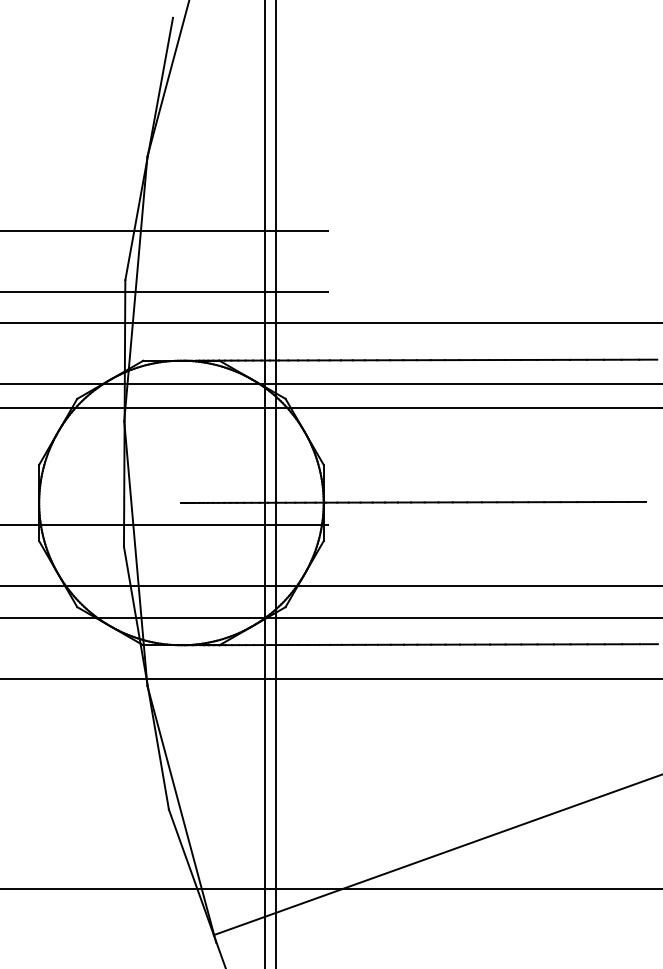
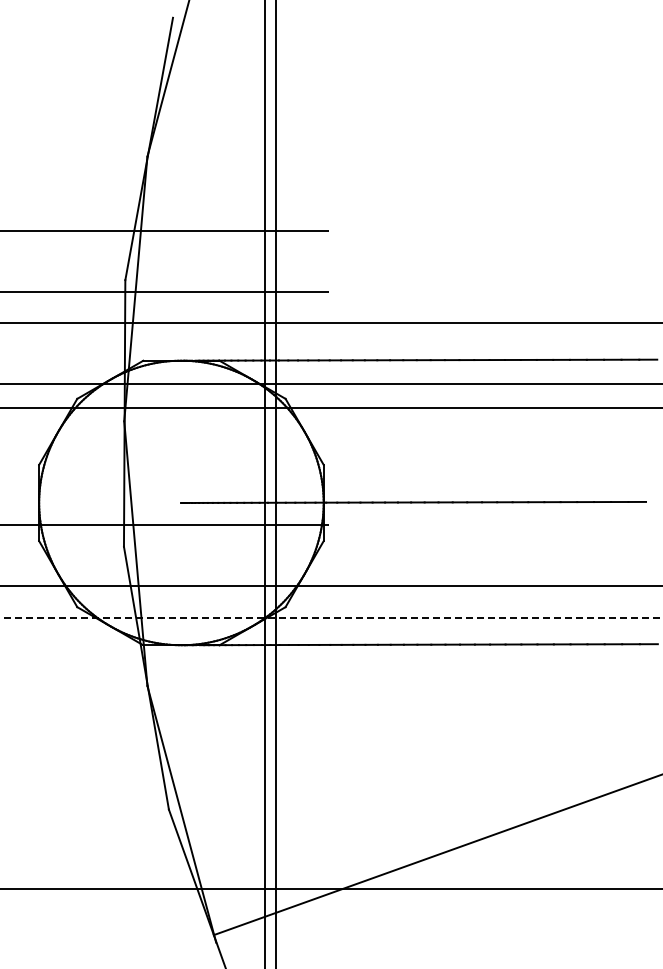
line at (331, 617): solid -> dashed
line at (330, 678): present -> none
